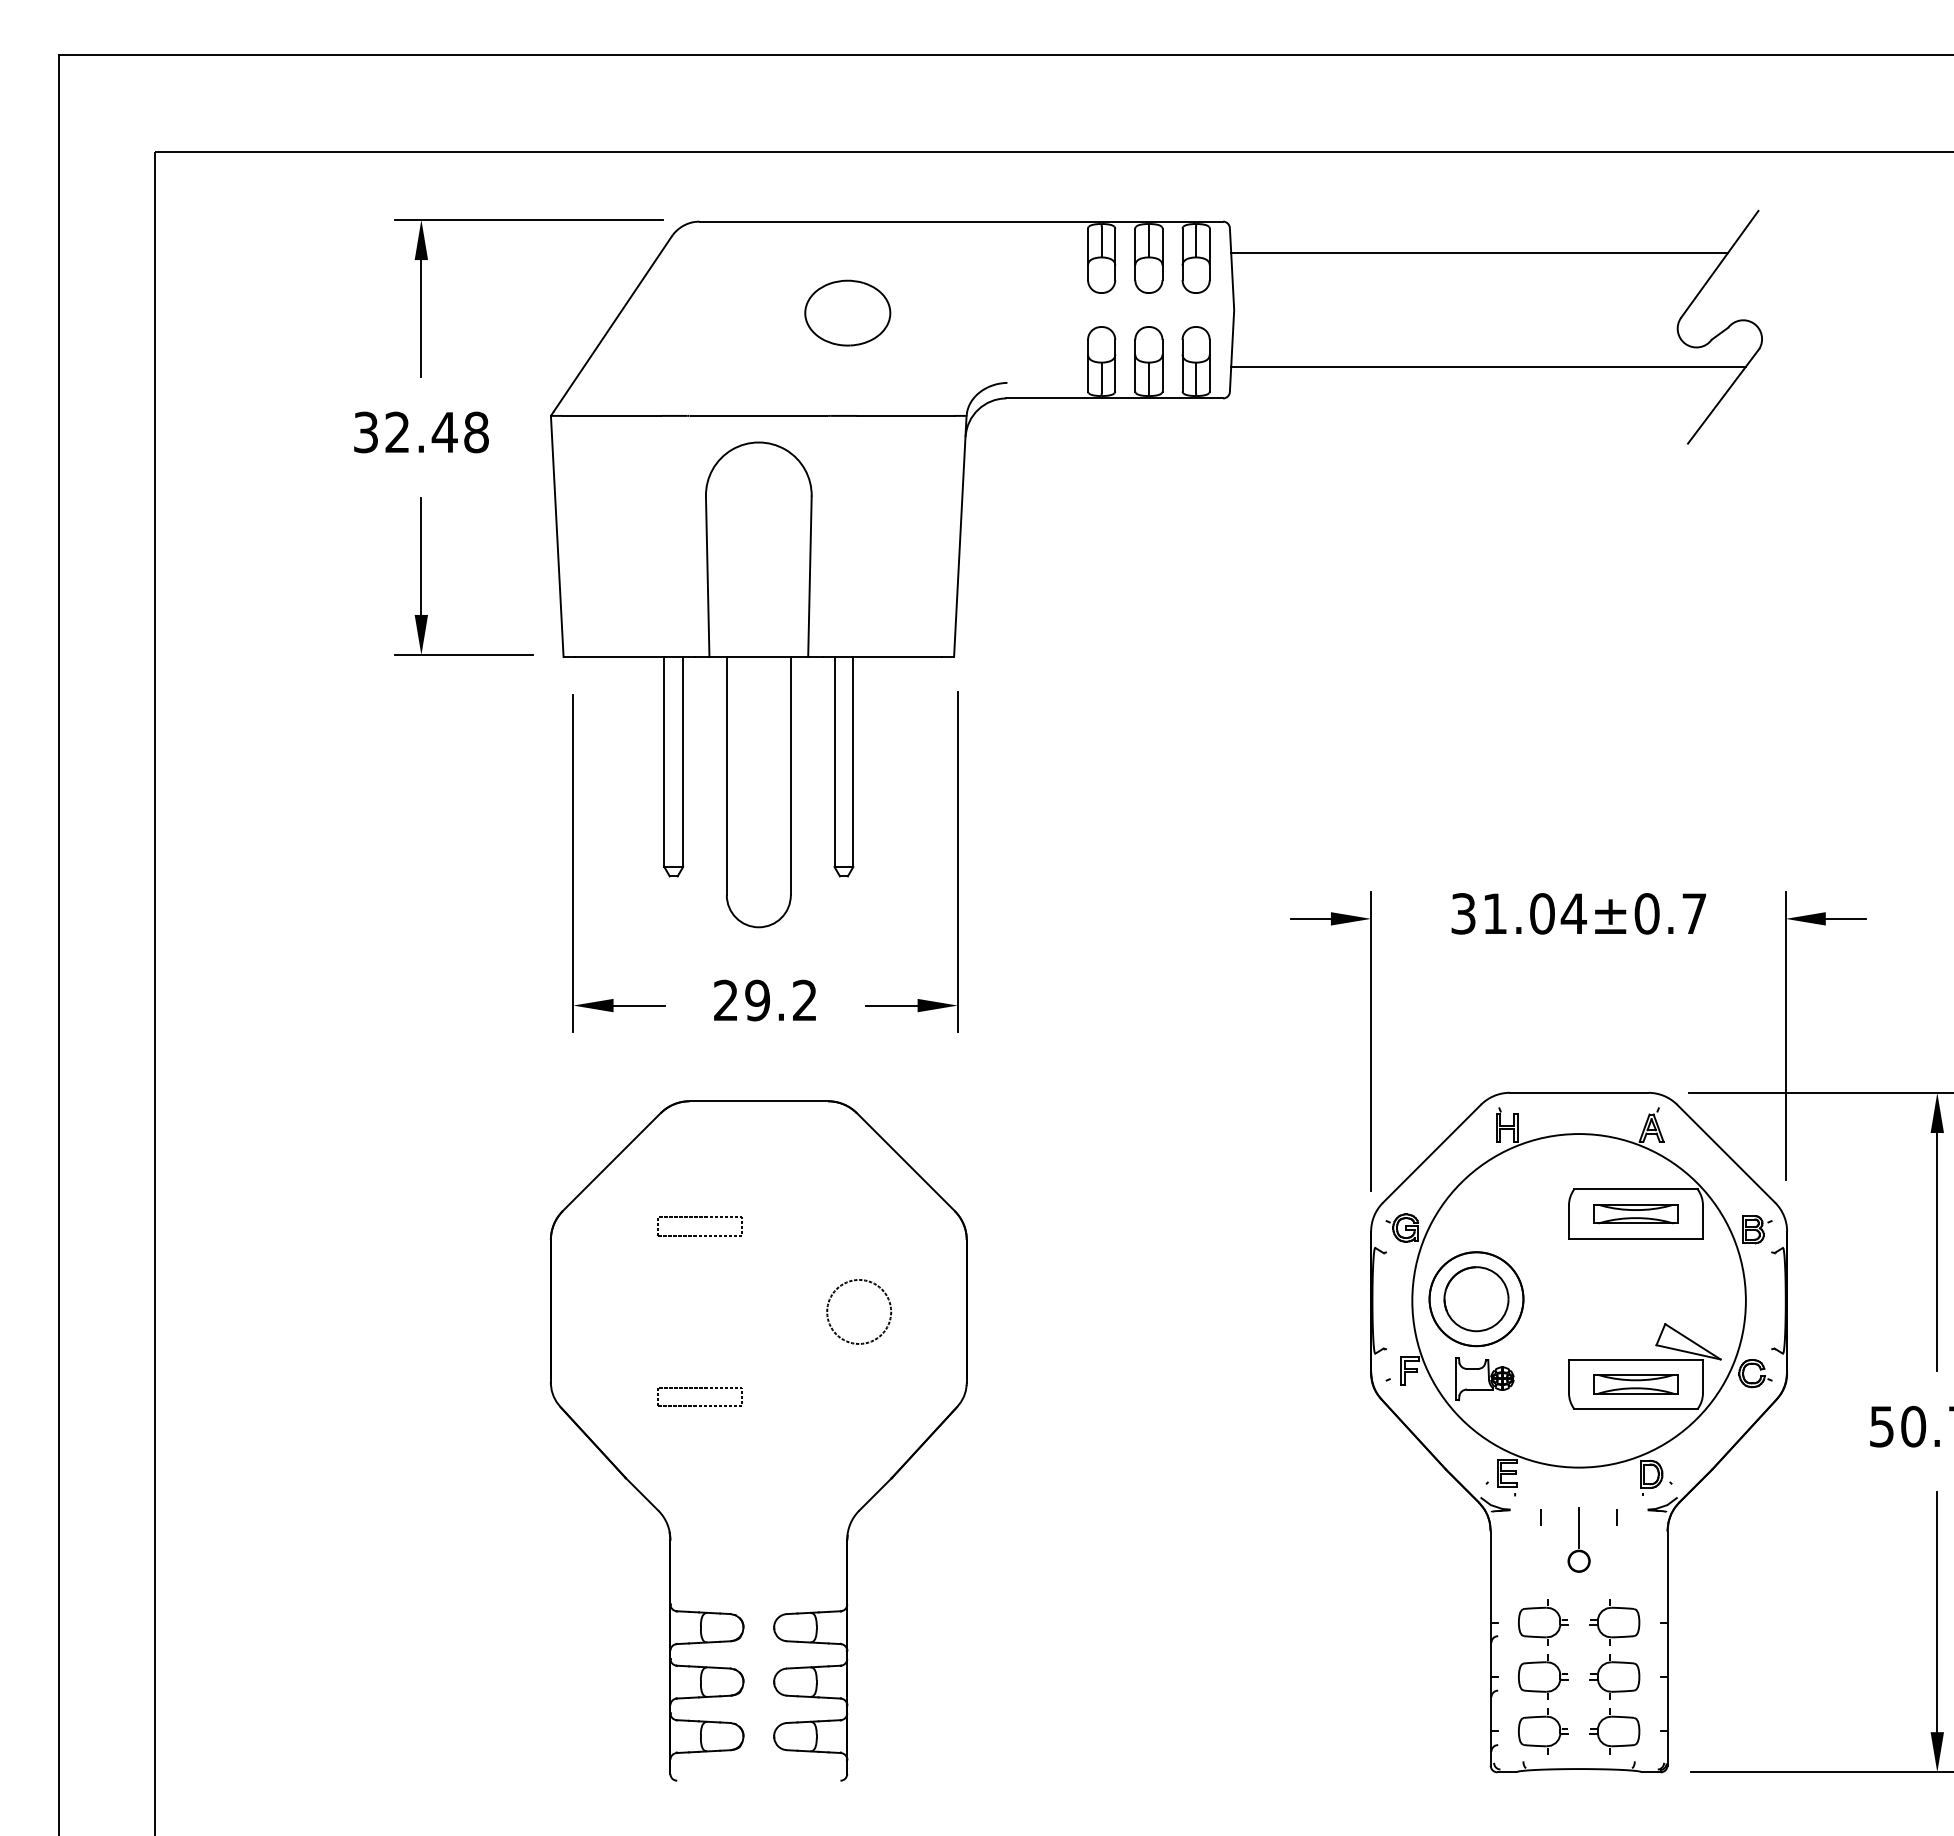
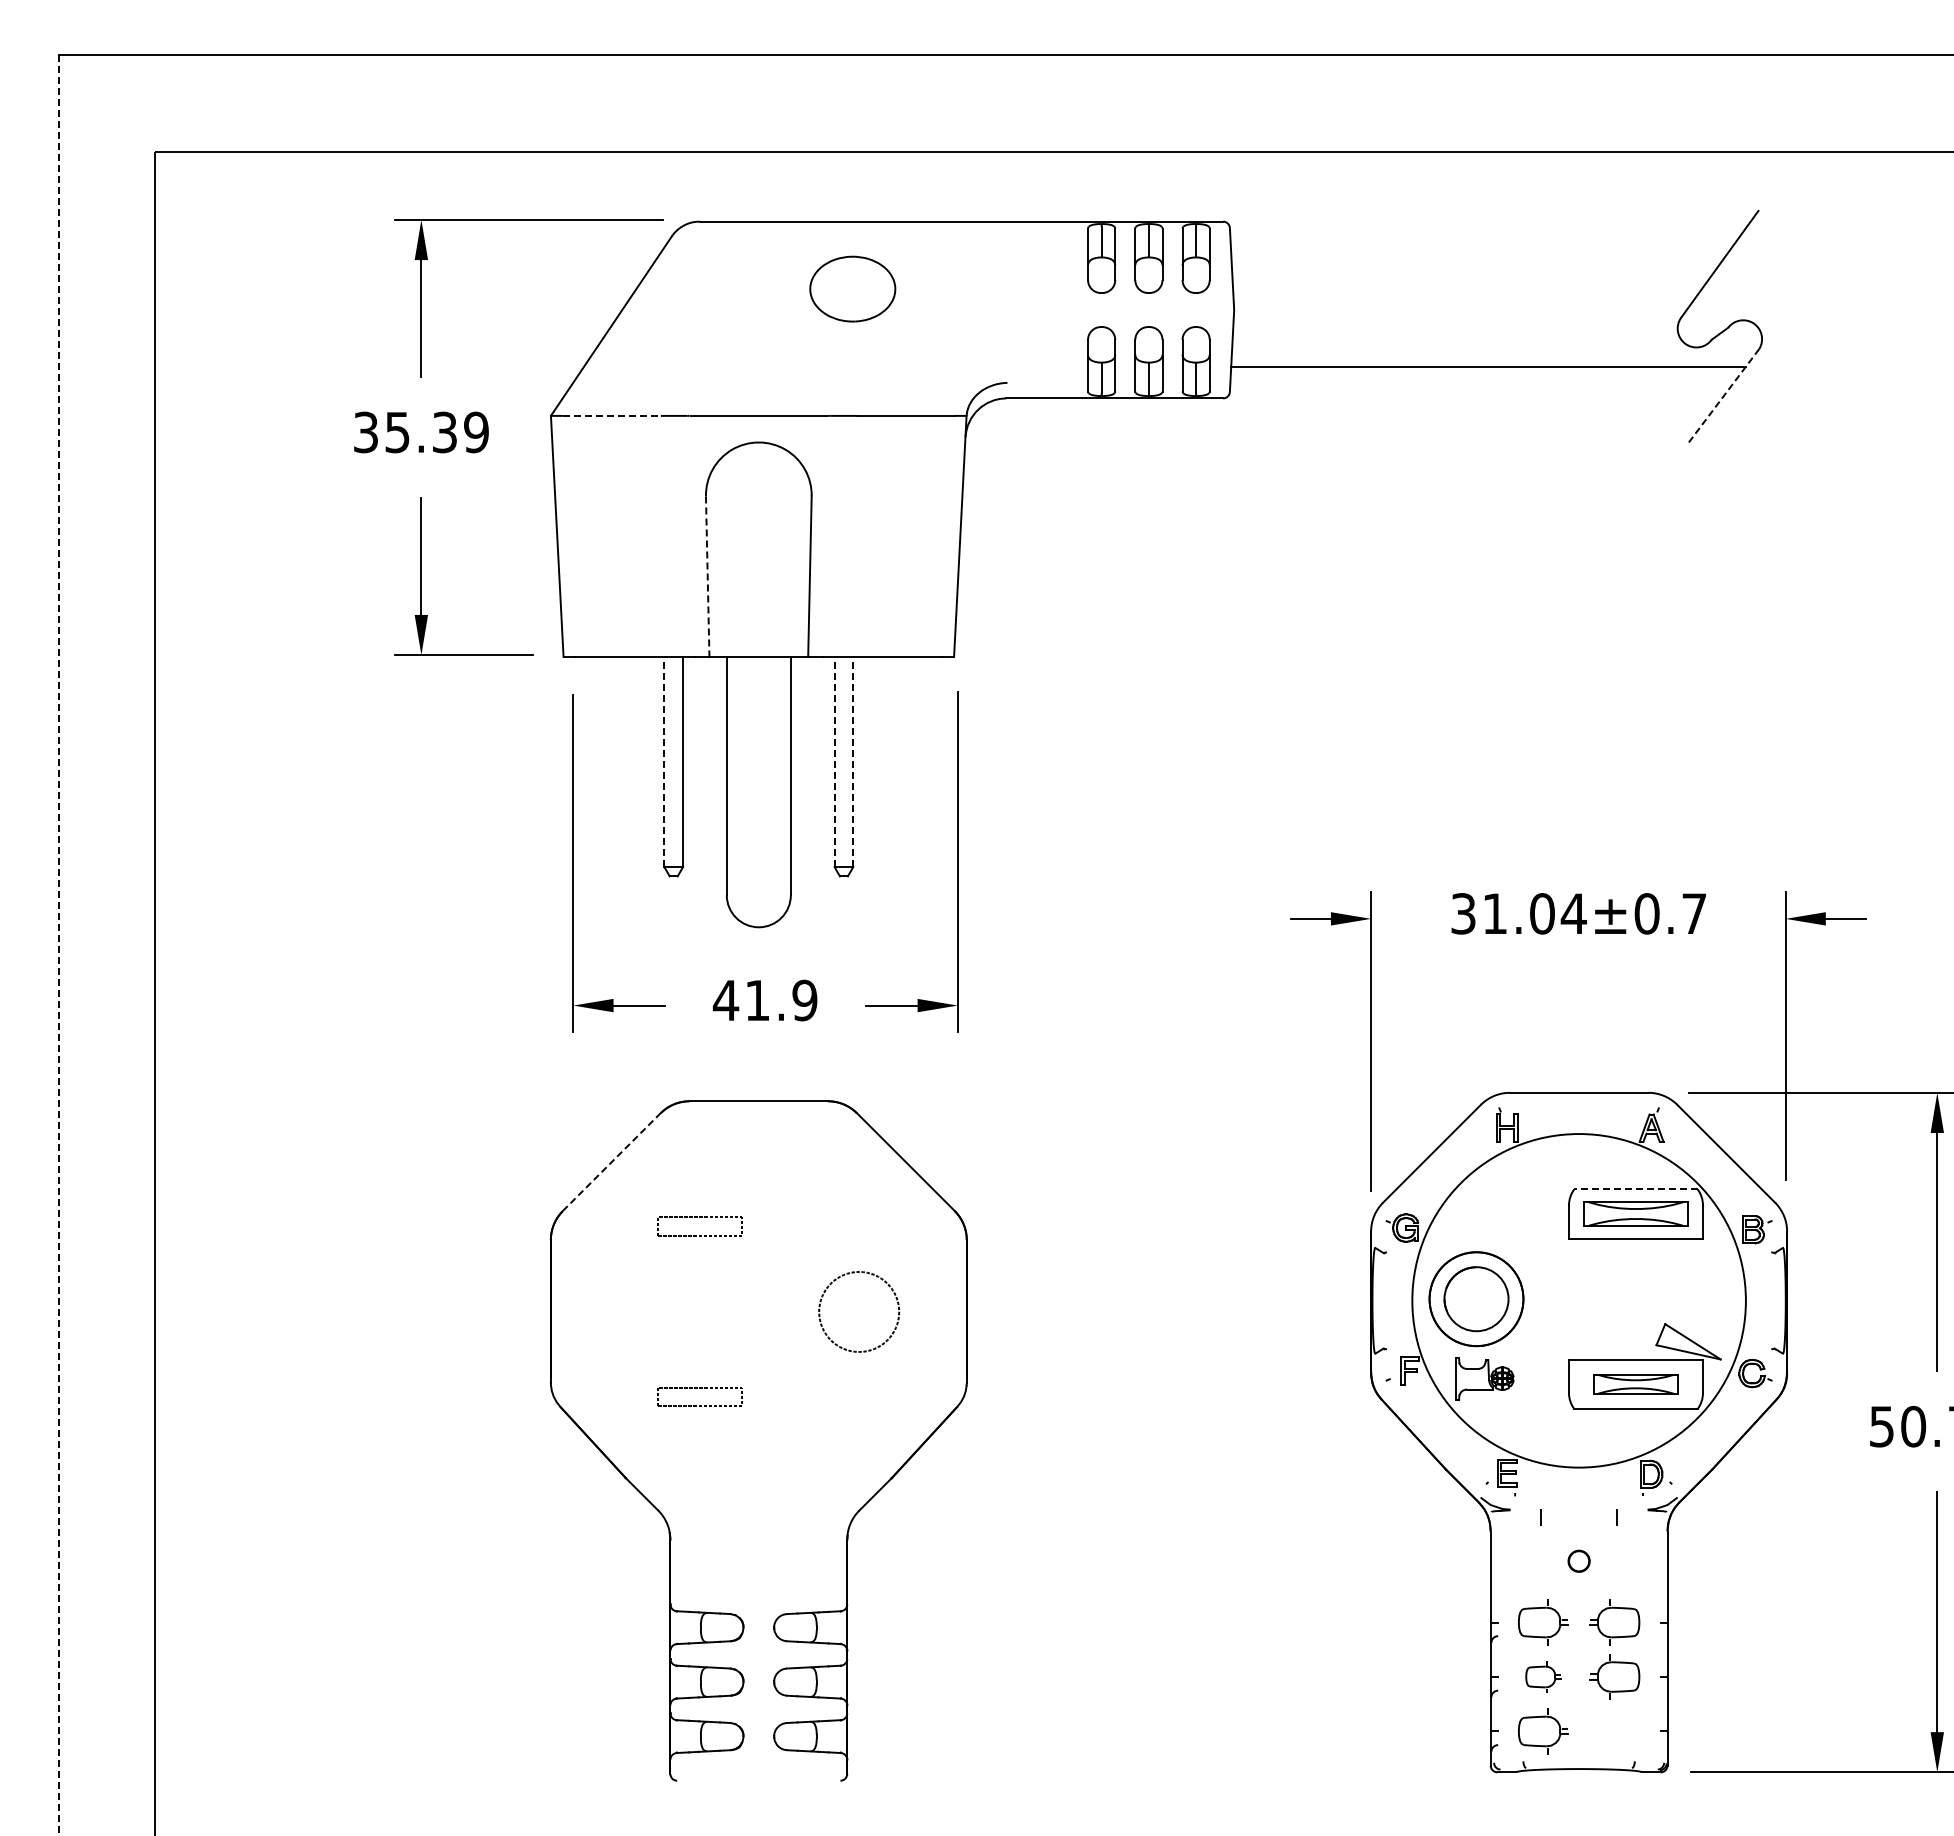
line at (1479, 253): present -> none
part at (847, 312) position: (847, 312) -> (852, 288)
line at (1723, 396): solid -> dashed
line at (611, 415): solid -> dashed
text at (436, 432): 32.48 -> 35.39
line at (707, 577): solid -> dashed
line at (664, 761): solid -> dashed
line at (834, 761): solid -> dashed
line at (853, 761): solid -> dashed
line at (58, 946): solid -> dashed
text at (764, 1000): 29.2 -> 41.9
line at (612, 1161): solid -> dashed
line at (1635, 1189): solid -> dashed
part at (1635, 1214) size: 86x21 px -> 106x26 px
circle at (859, 1311) diameter: 64 px -> 80 px
line at (1579, 1527): present -> none
part at (1543, 1676) size: 51x46 px -> 37x32 px
part at (1614, 1731): present -> none
